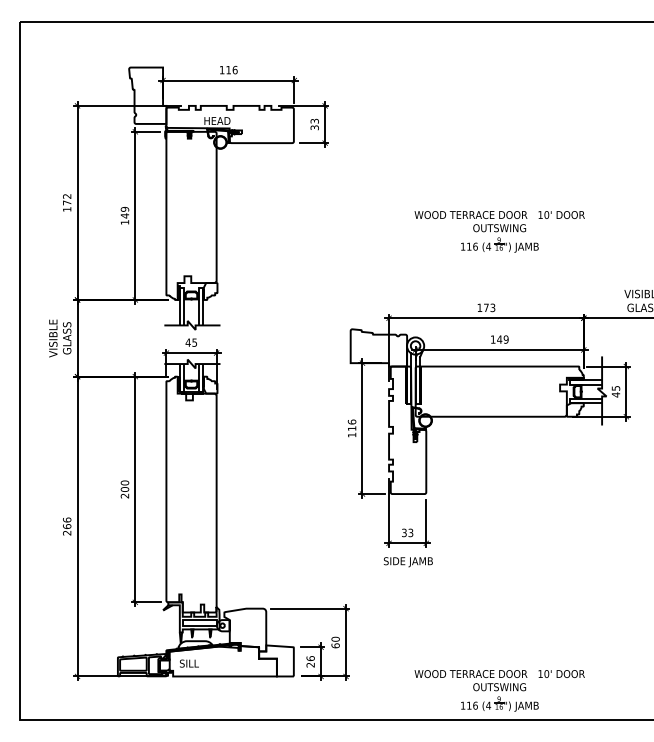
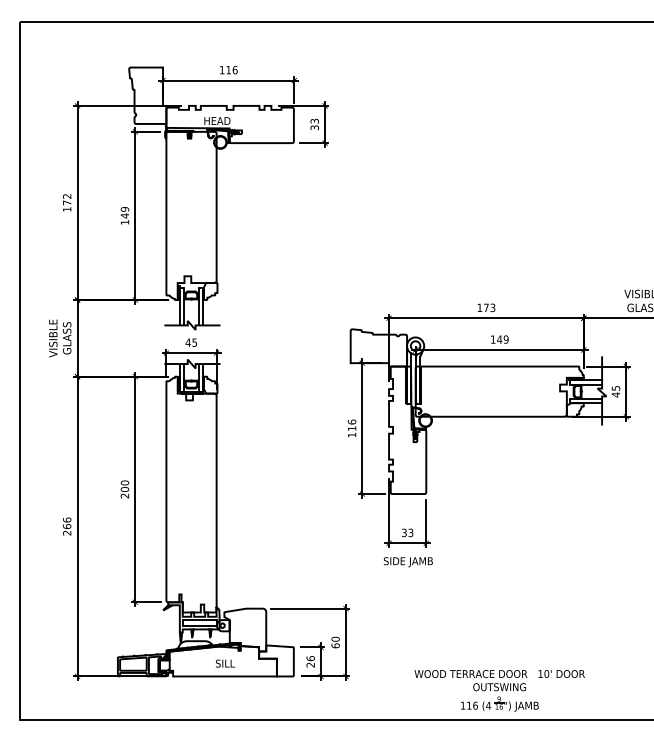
part at (499, 231): present -> none
text at (189, 663) position: (189, 663) -> (225, 663)
